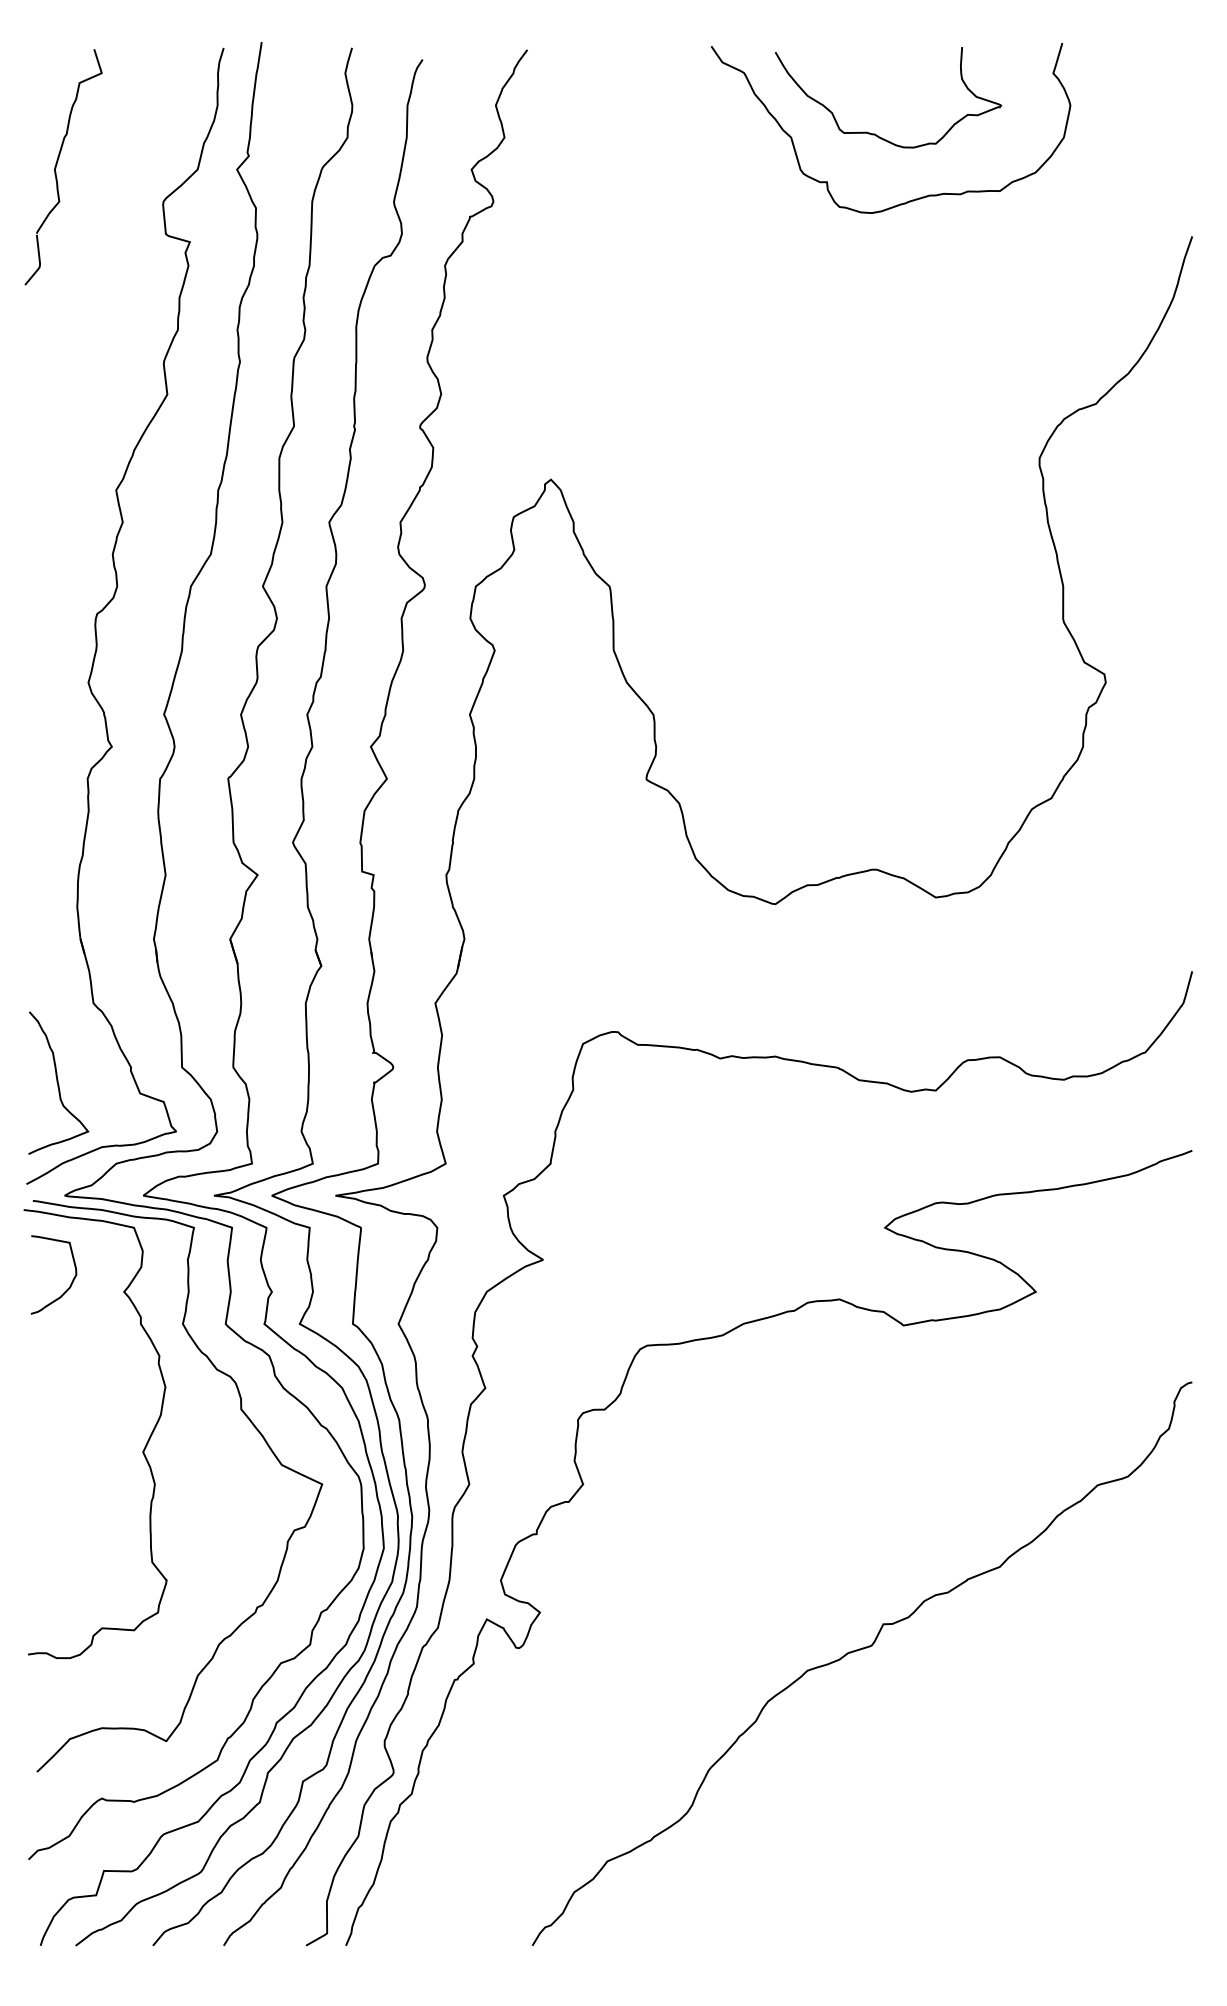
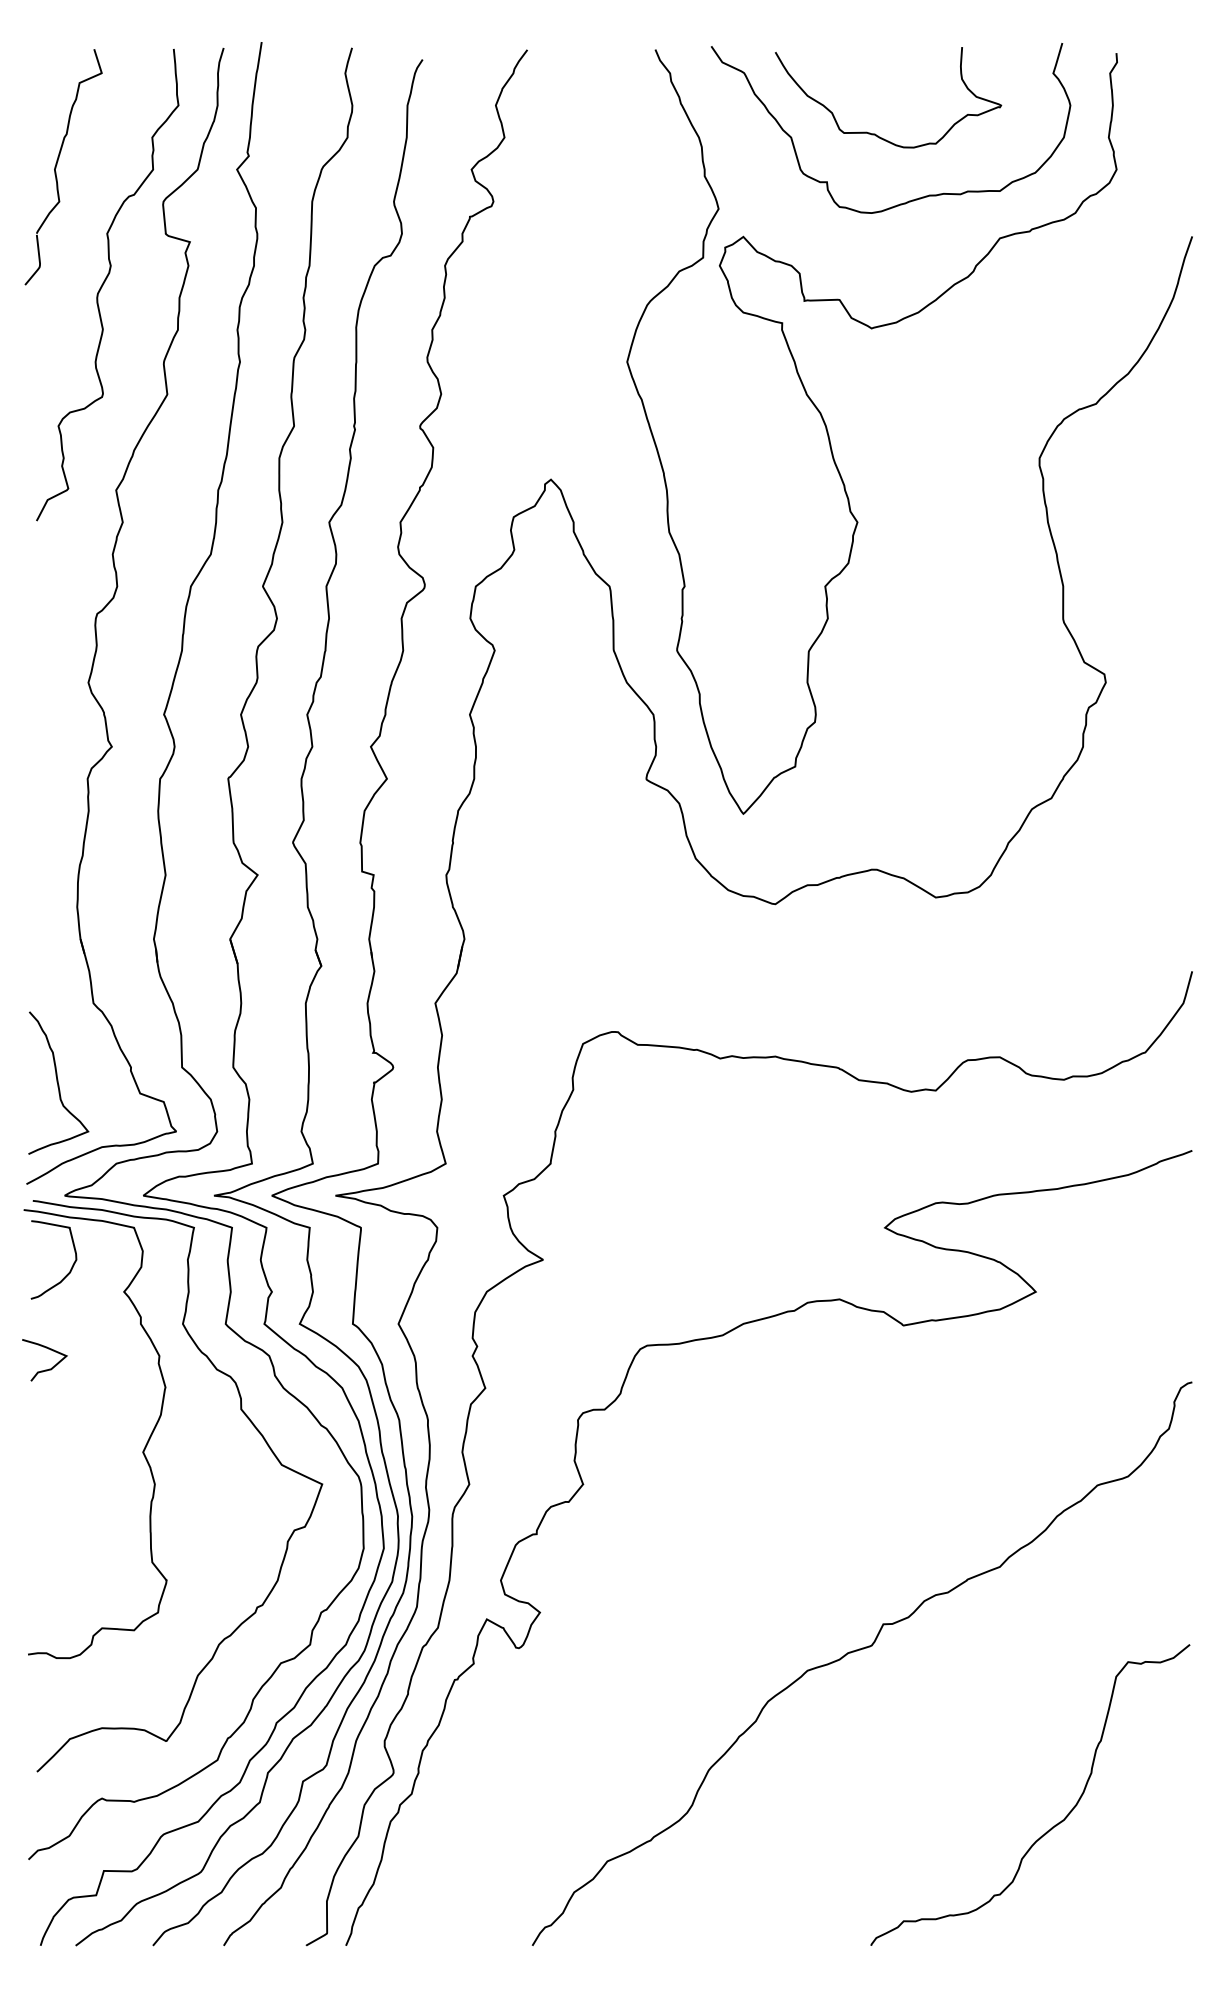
curve at (104, 283): none -> present
curve at (830, 439): none -> present
curve at (70, 1283) position: (70, 1283) -> (70, 1268)
curve at (45, 1369): none -> present
curve at (1052, 1826): none -> present
